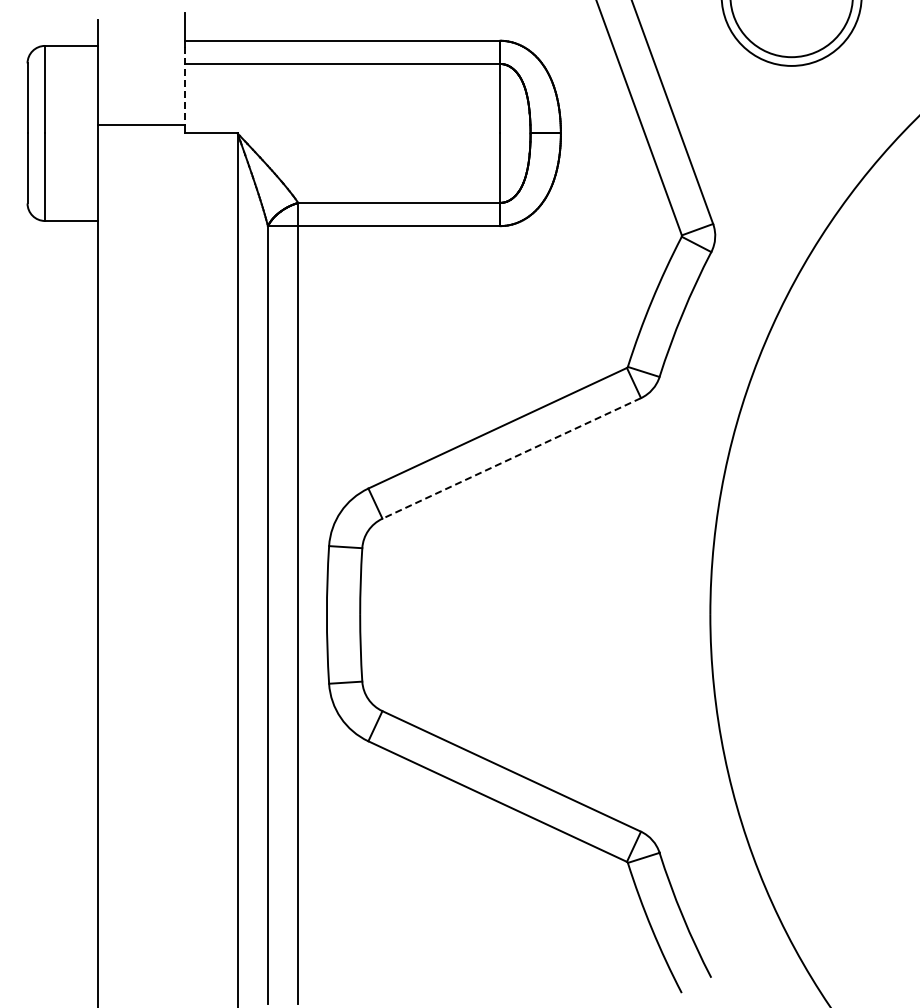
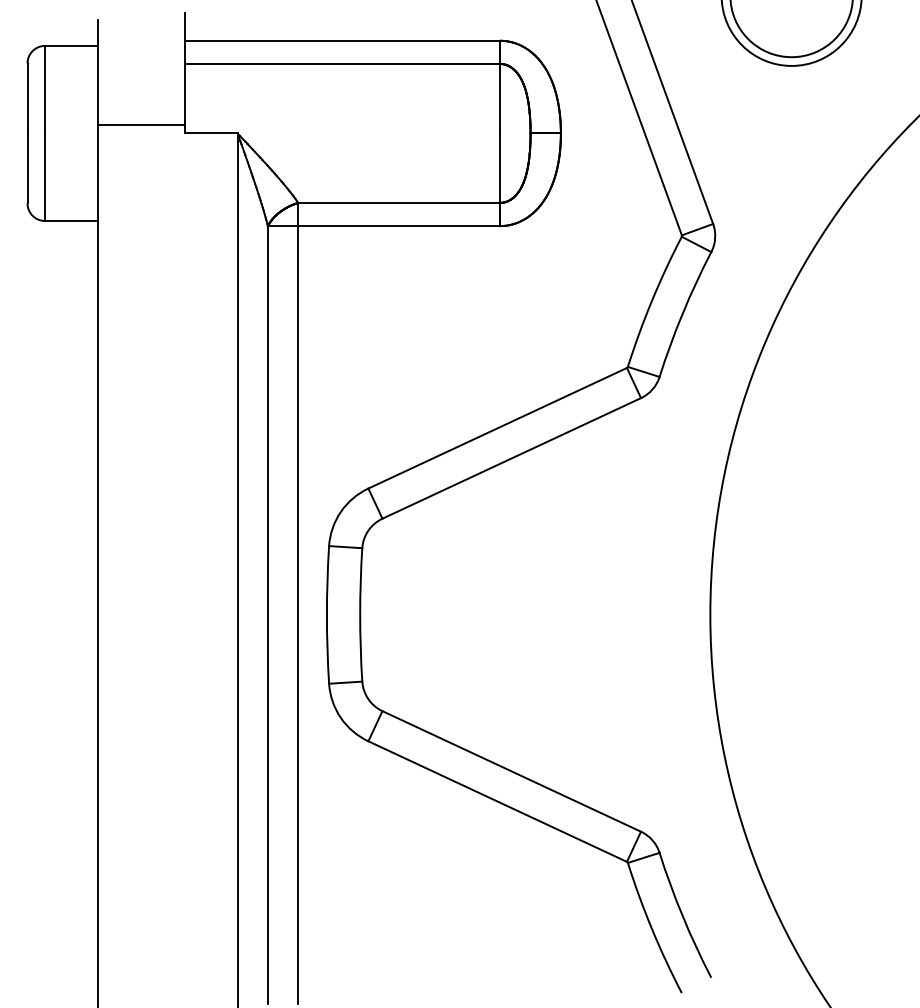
line at (185, 85): dashed -> solid
line at (511, 458): dashed -> solid
